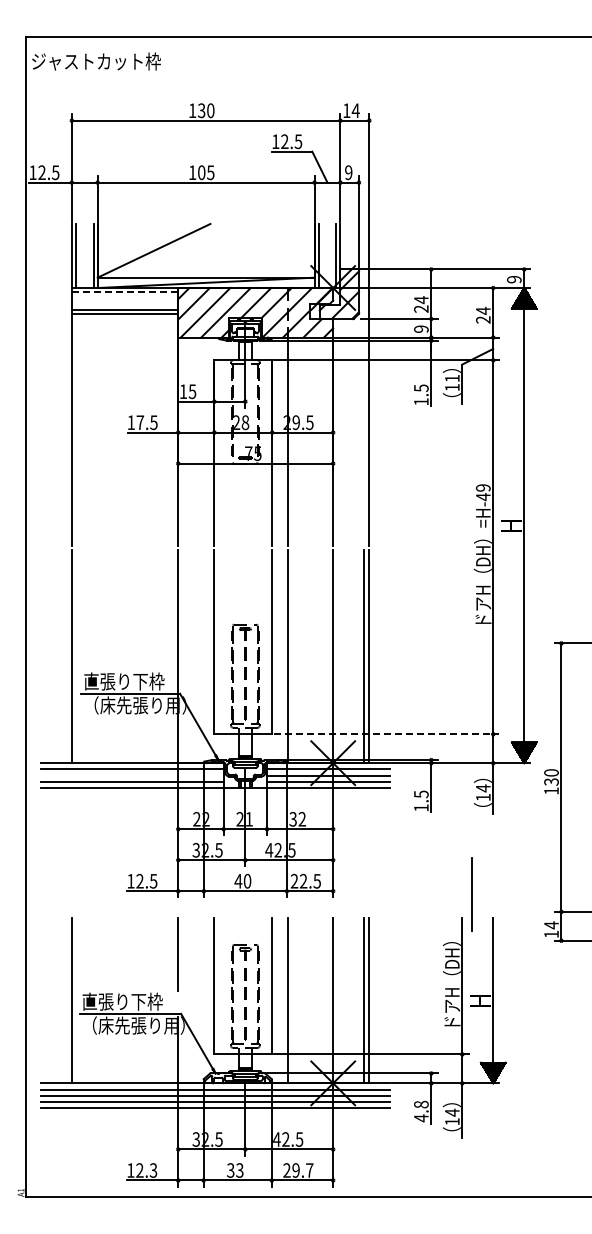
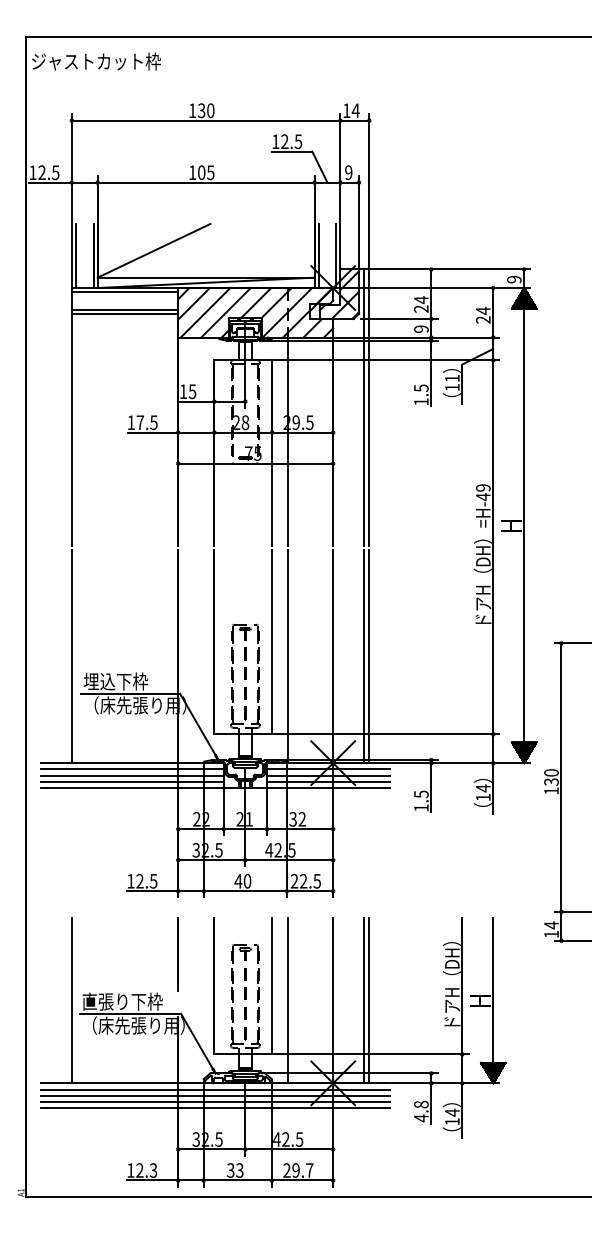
line at (124, 292): dashed -> solid
line at (364, 407): none -> present
text at (124, 681): 直張り下枠 -> 埋込下枠
line at (386, 734): dashed -> solid
line at (131, 775): none -> present
line at (471, 894): present -> none
